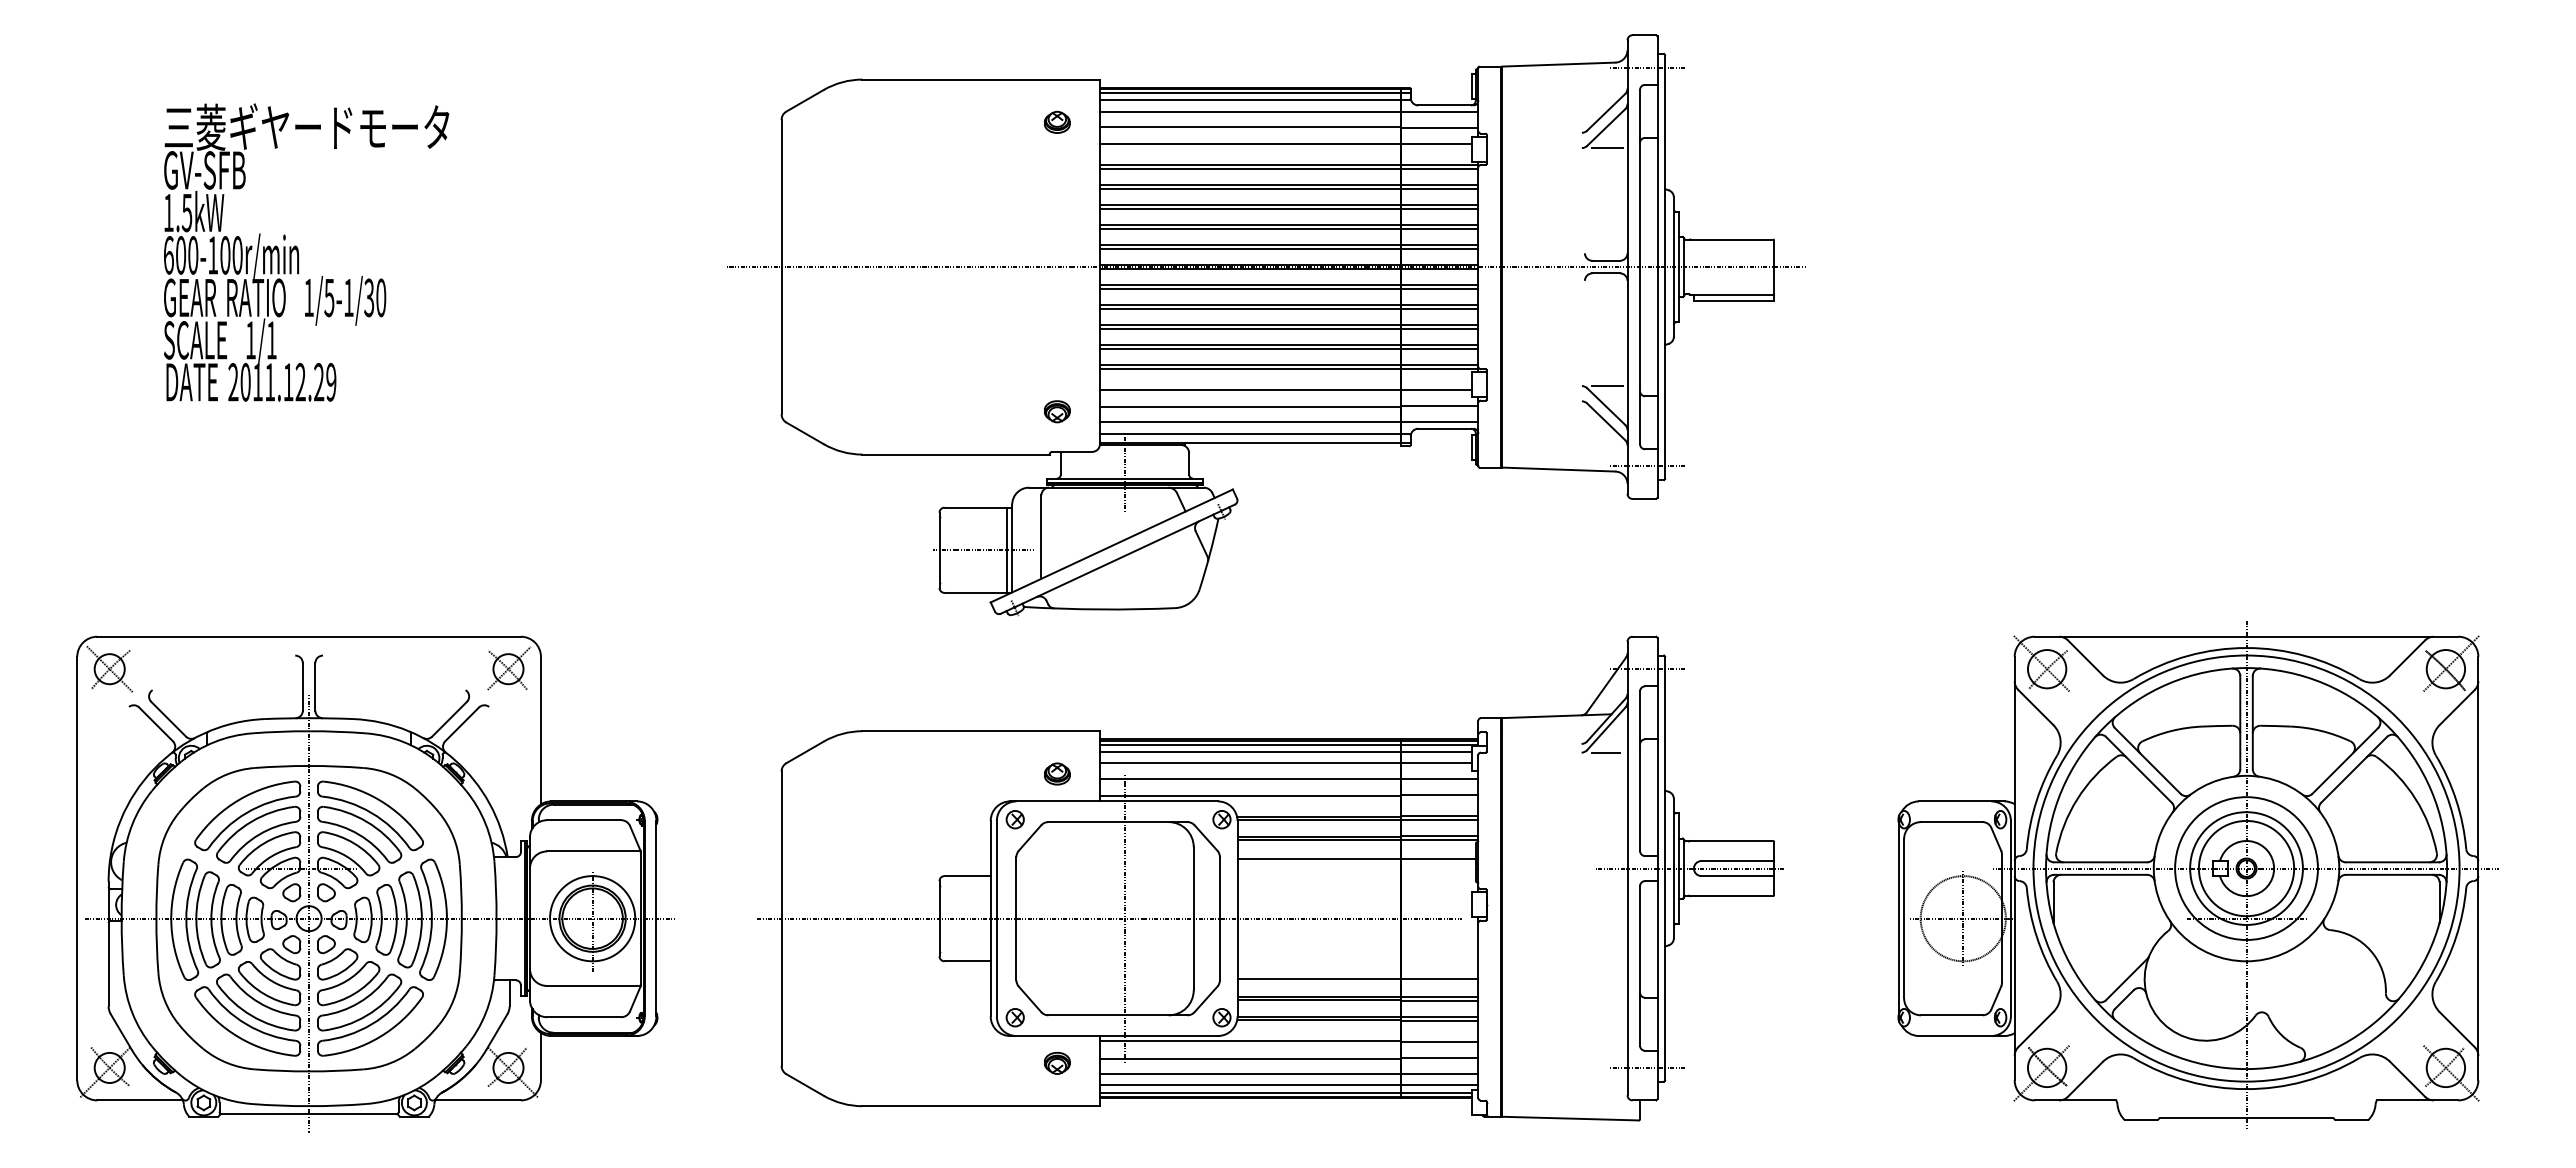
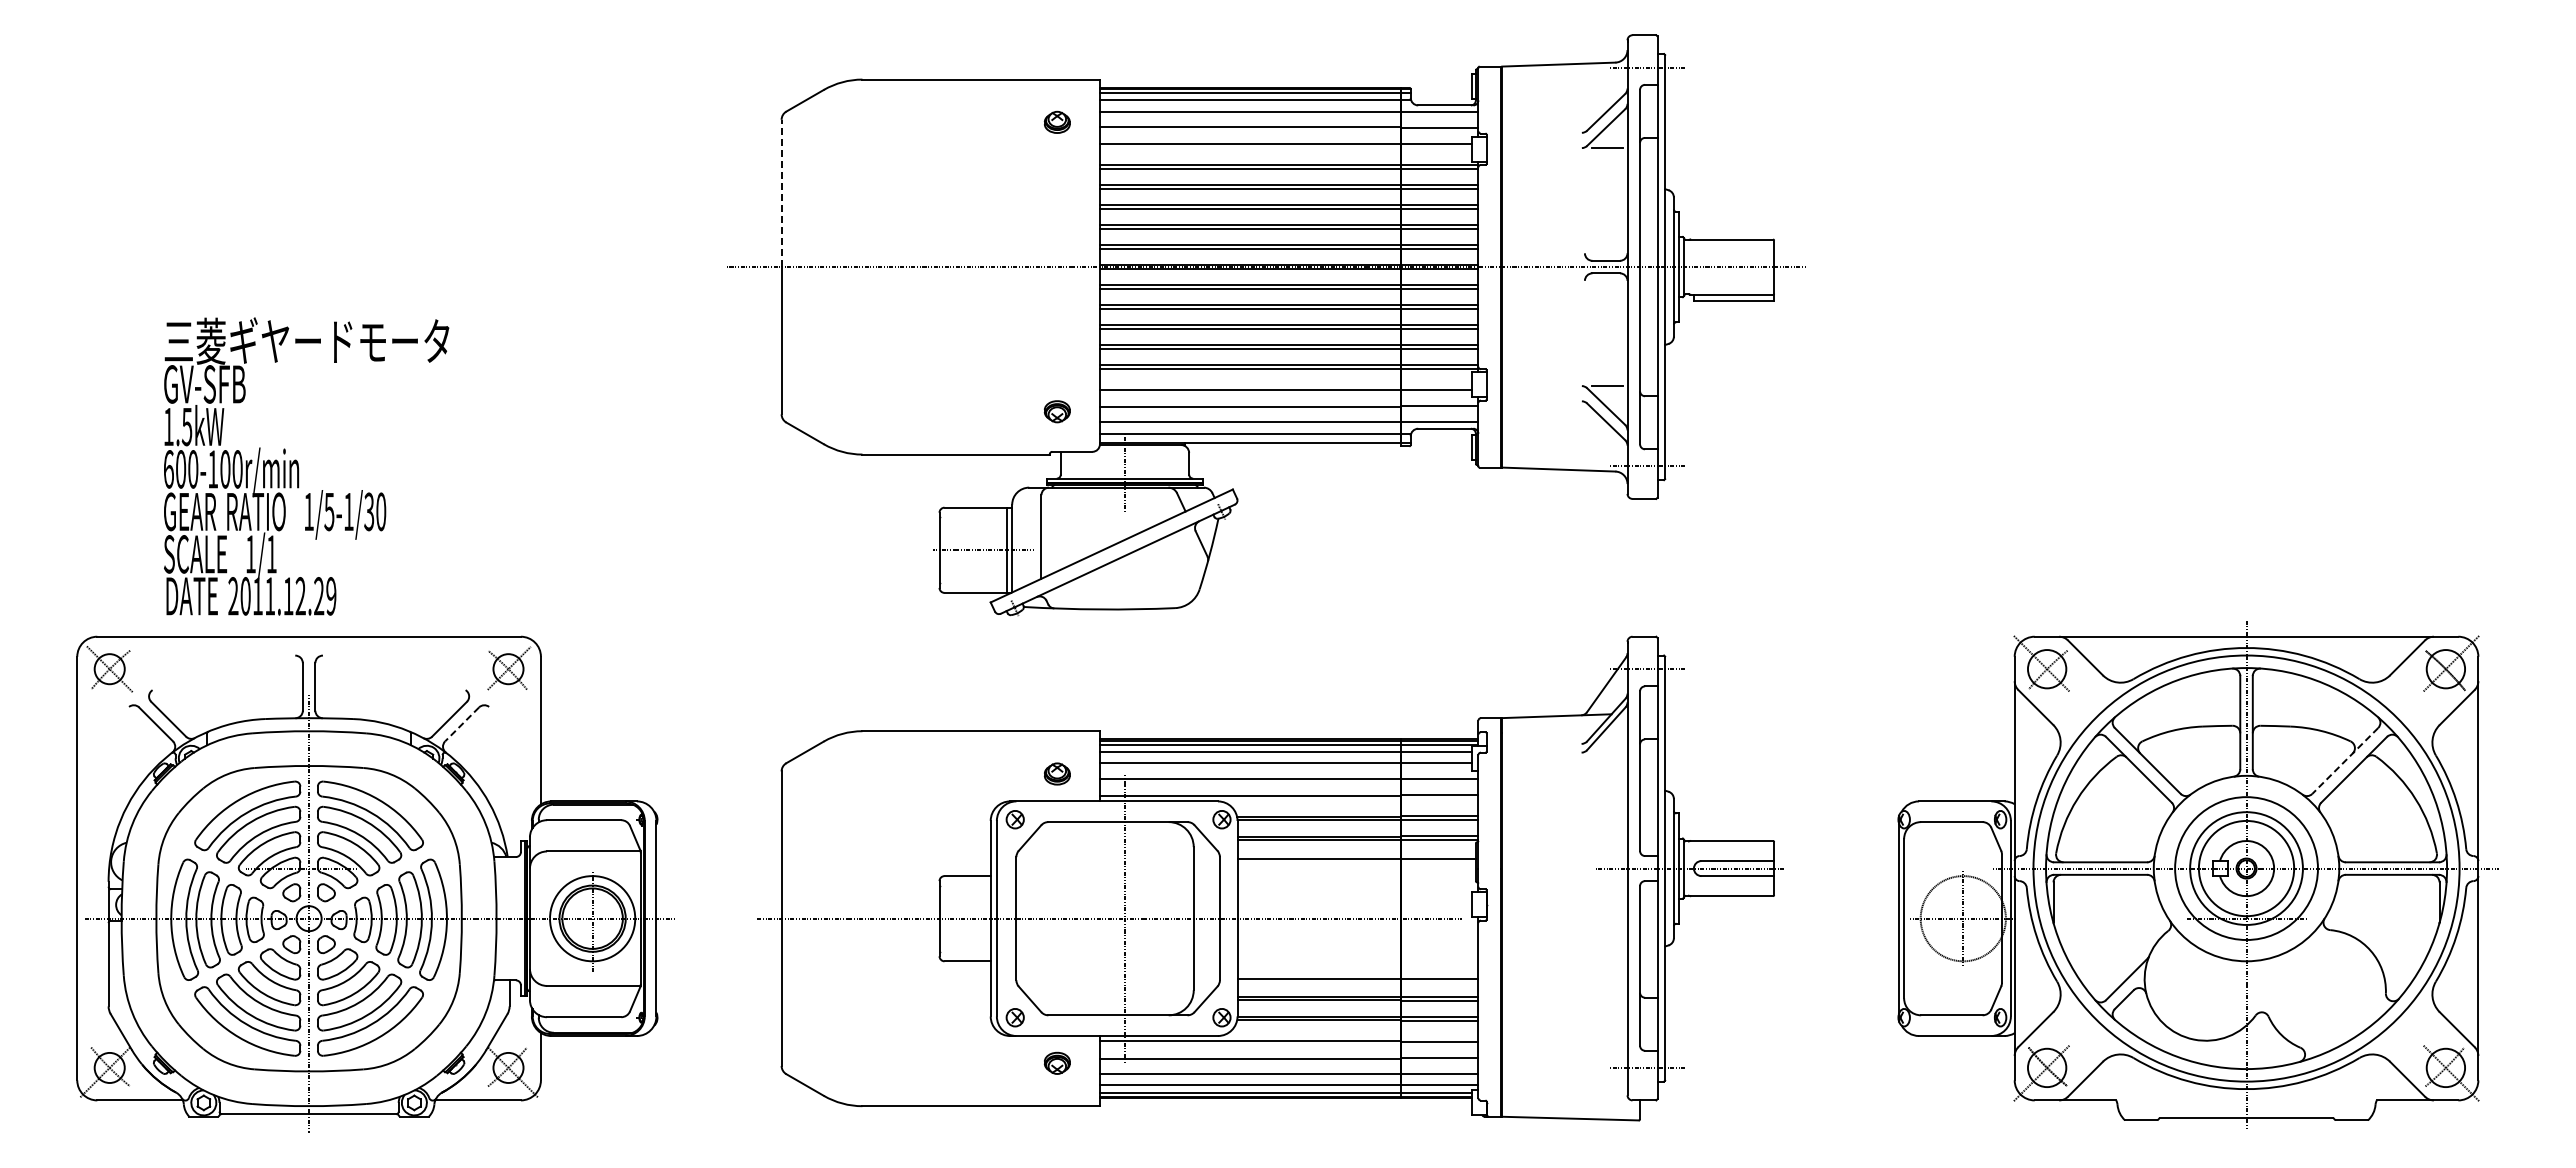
line at (781, 193): solid -> dashed
text at (306, 252) position: (306, 252) -> (306, 466)
line at (462, 724): solid -> dashed
line at (1606, 752): present -> none
line at (2345, 760): solid -> dashed
